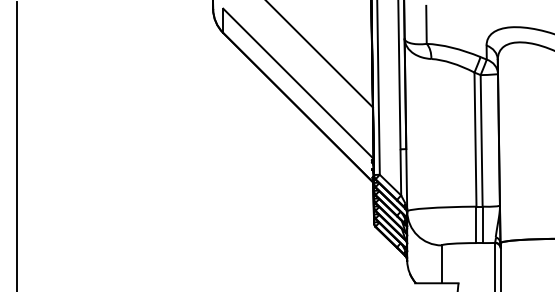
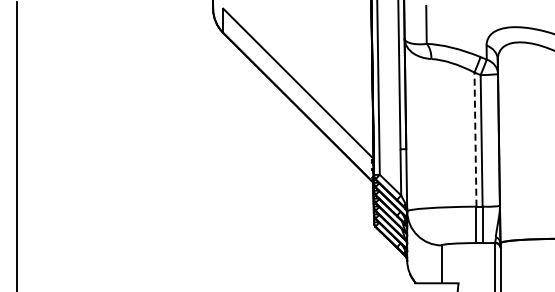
line at (319, 54): present -> none
line at (475, 139): solid -> dashed
